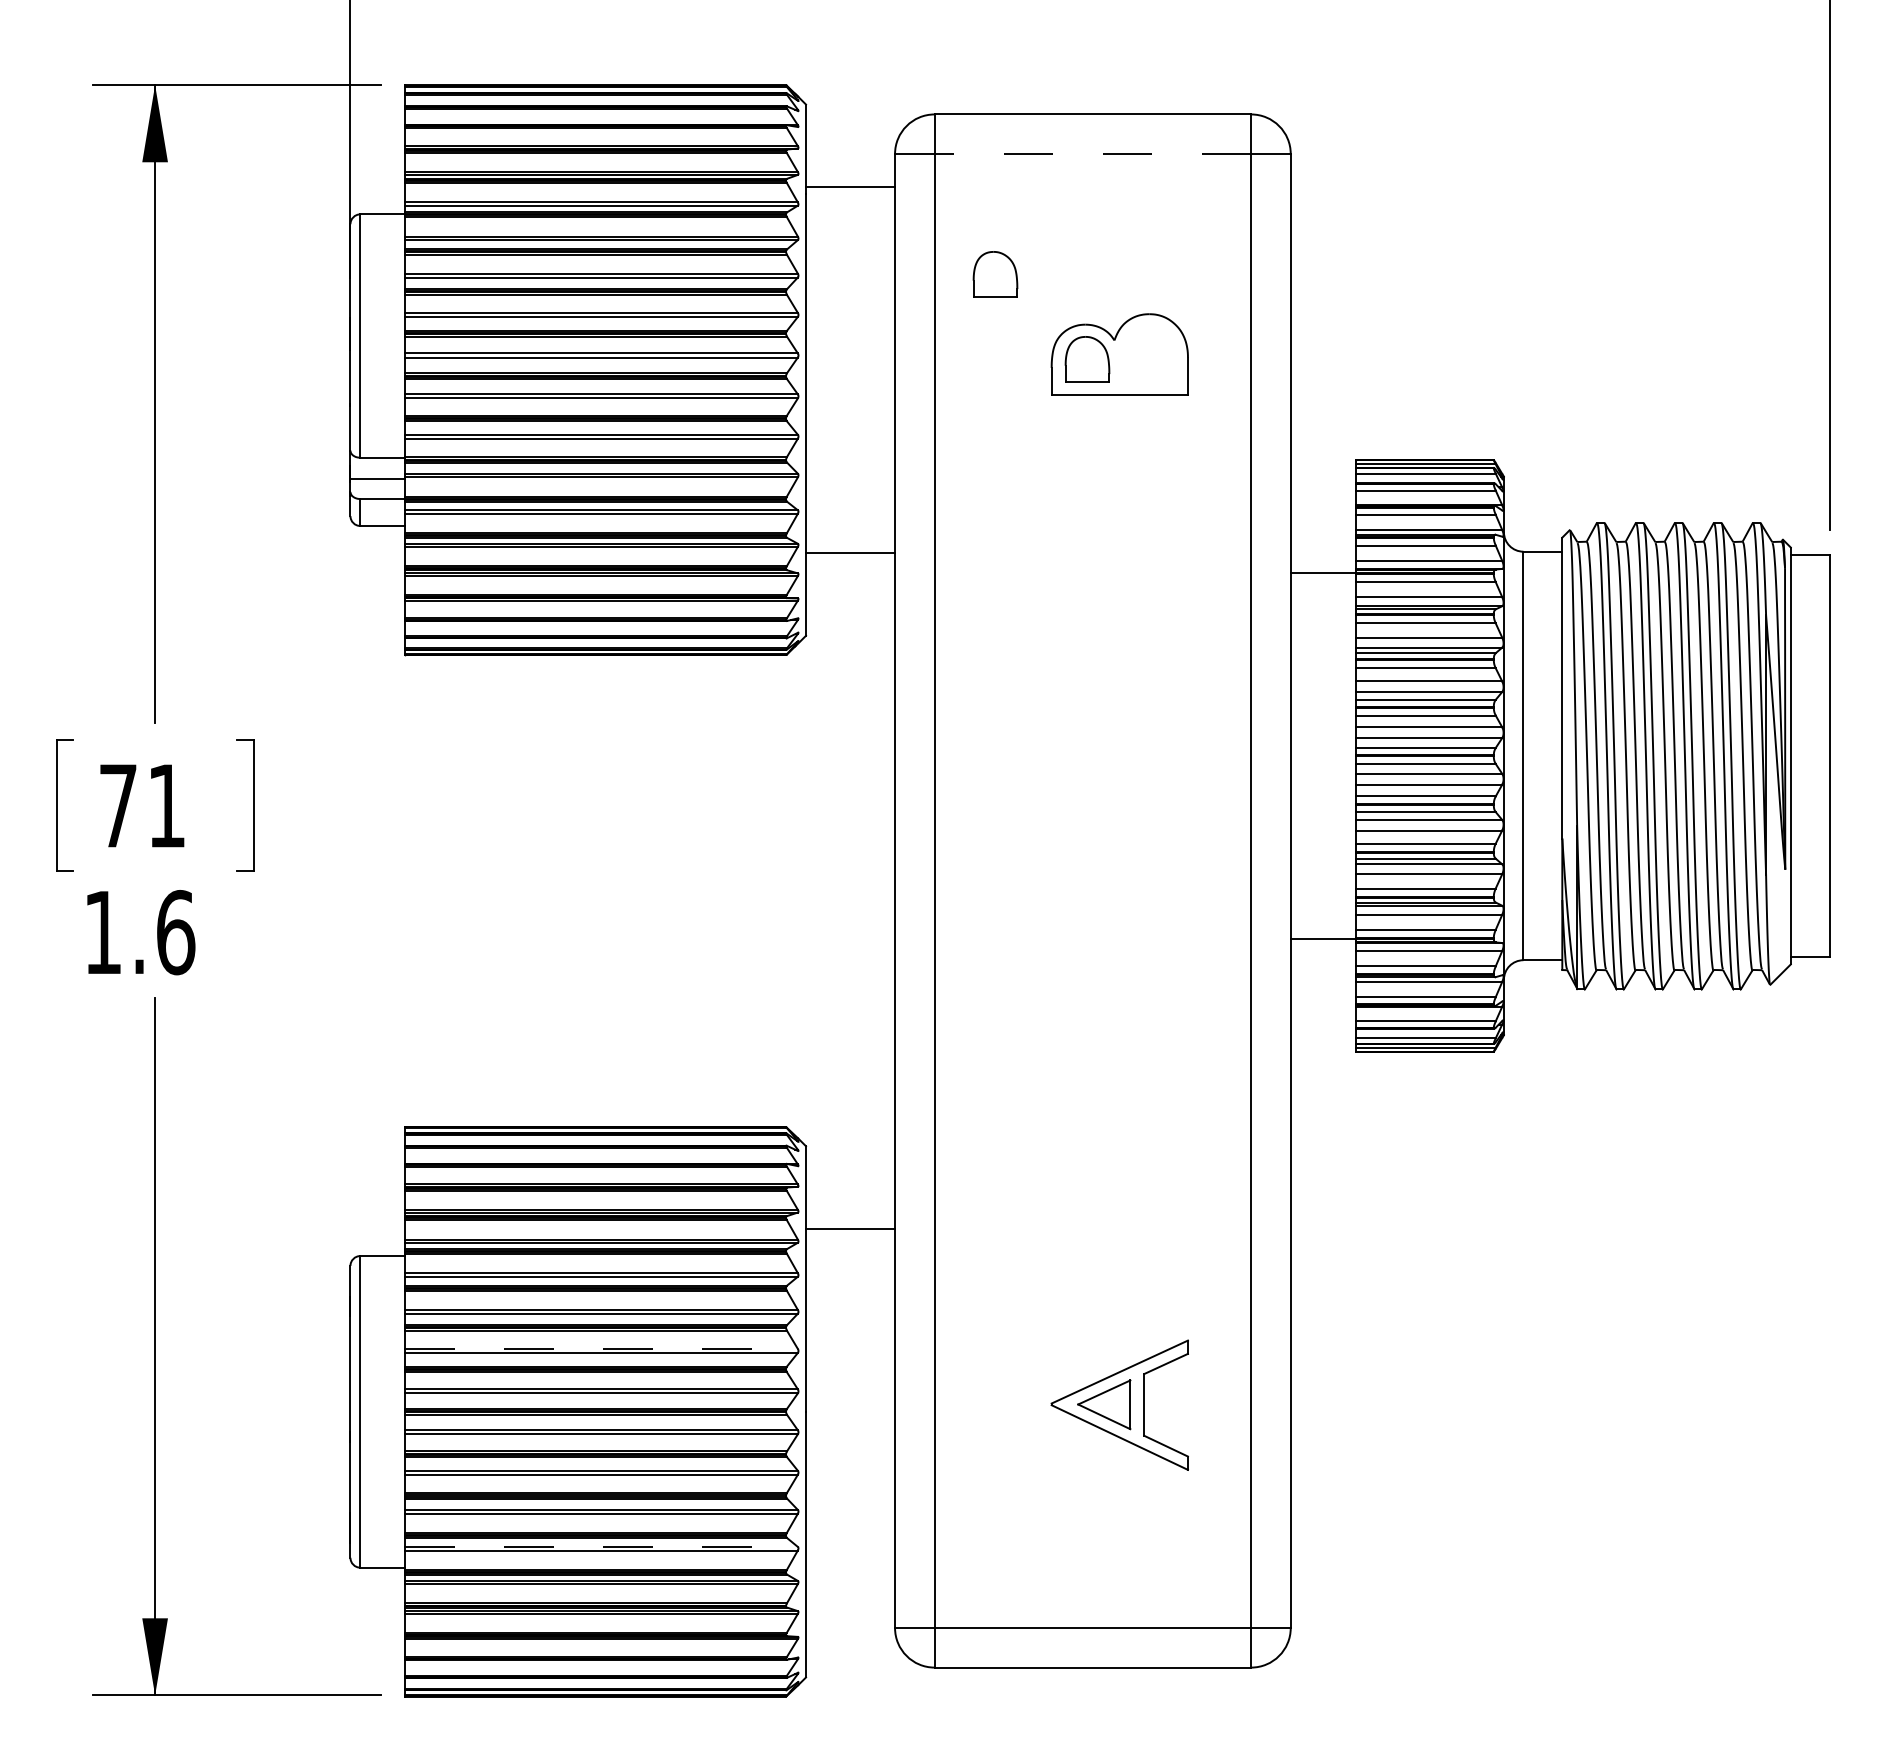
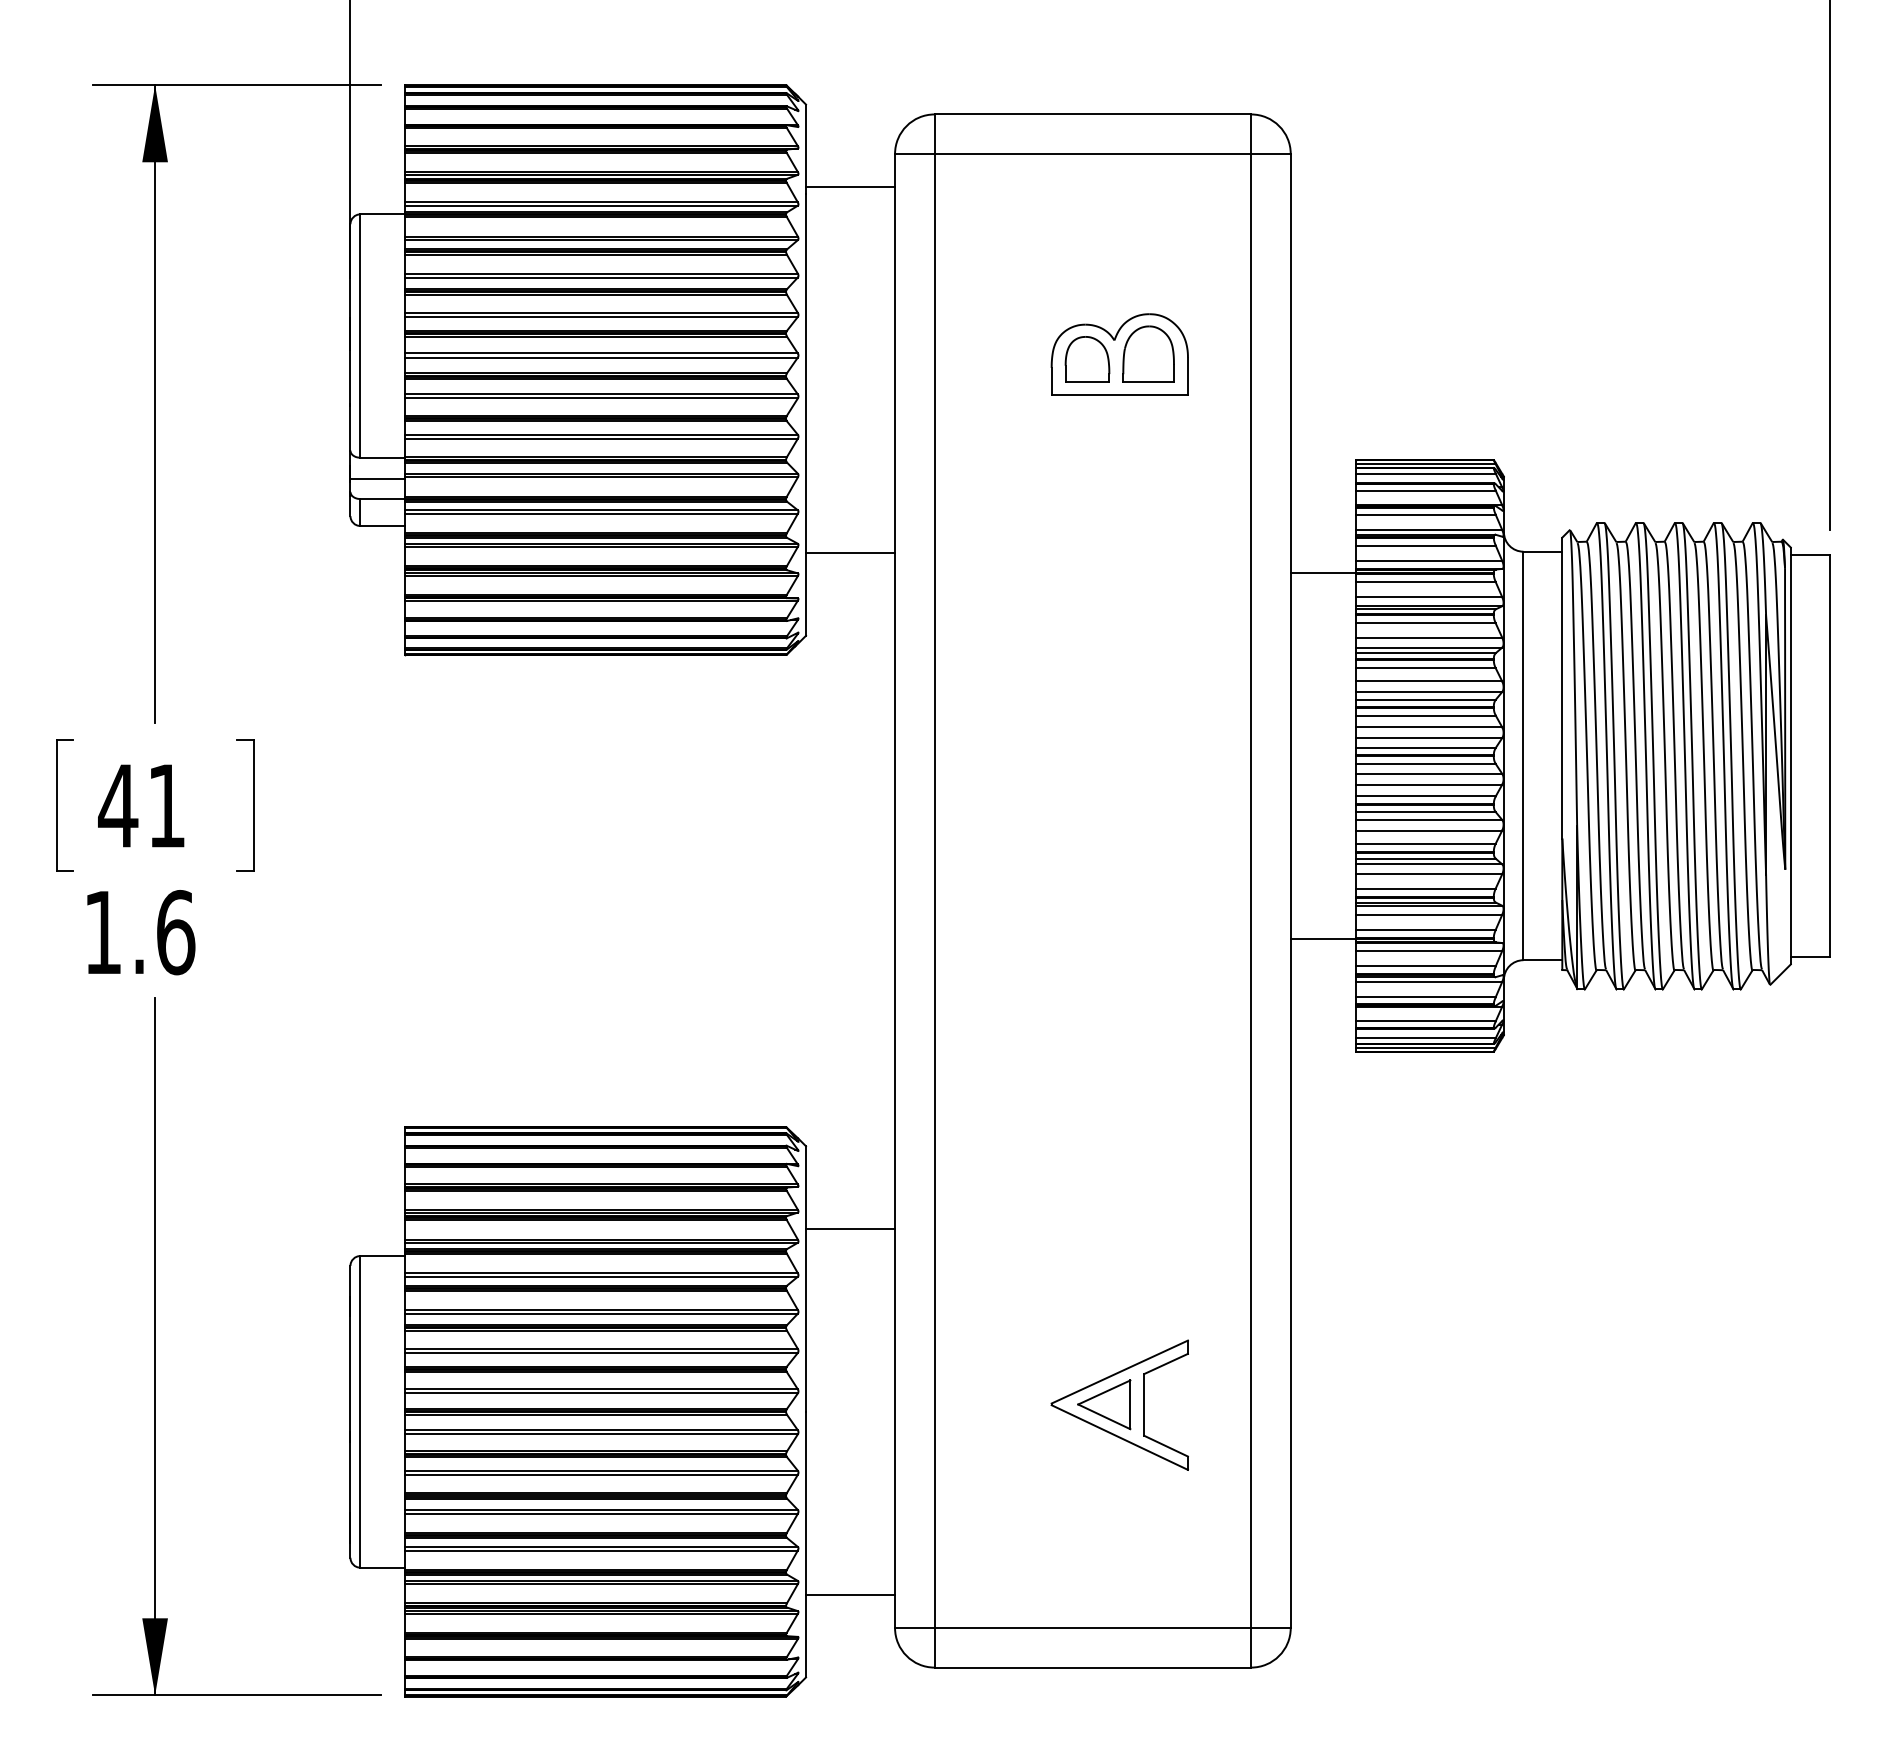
line at (1092, 154): dashed -> solid
part at (995, 274): present -> none
part at (1148, 353): none -> present
text at (118, 805): 71 -> 41
line at (602, 1348): dashed -> solid
line at (602, 1546): dashed -> solid
line at (850, 1594): none -> present
